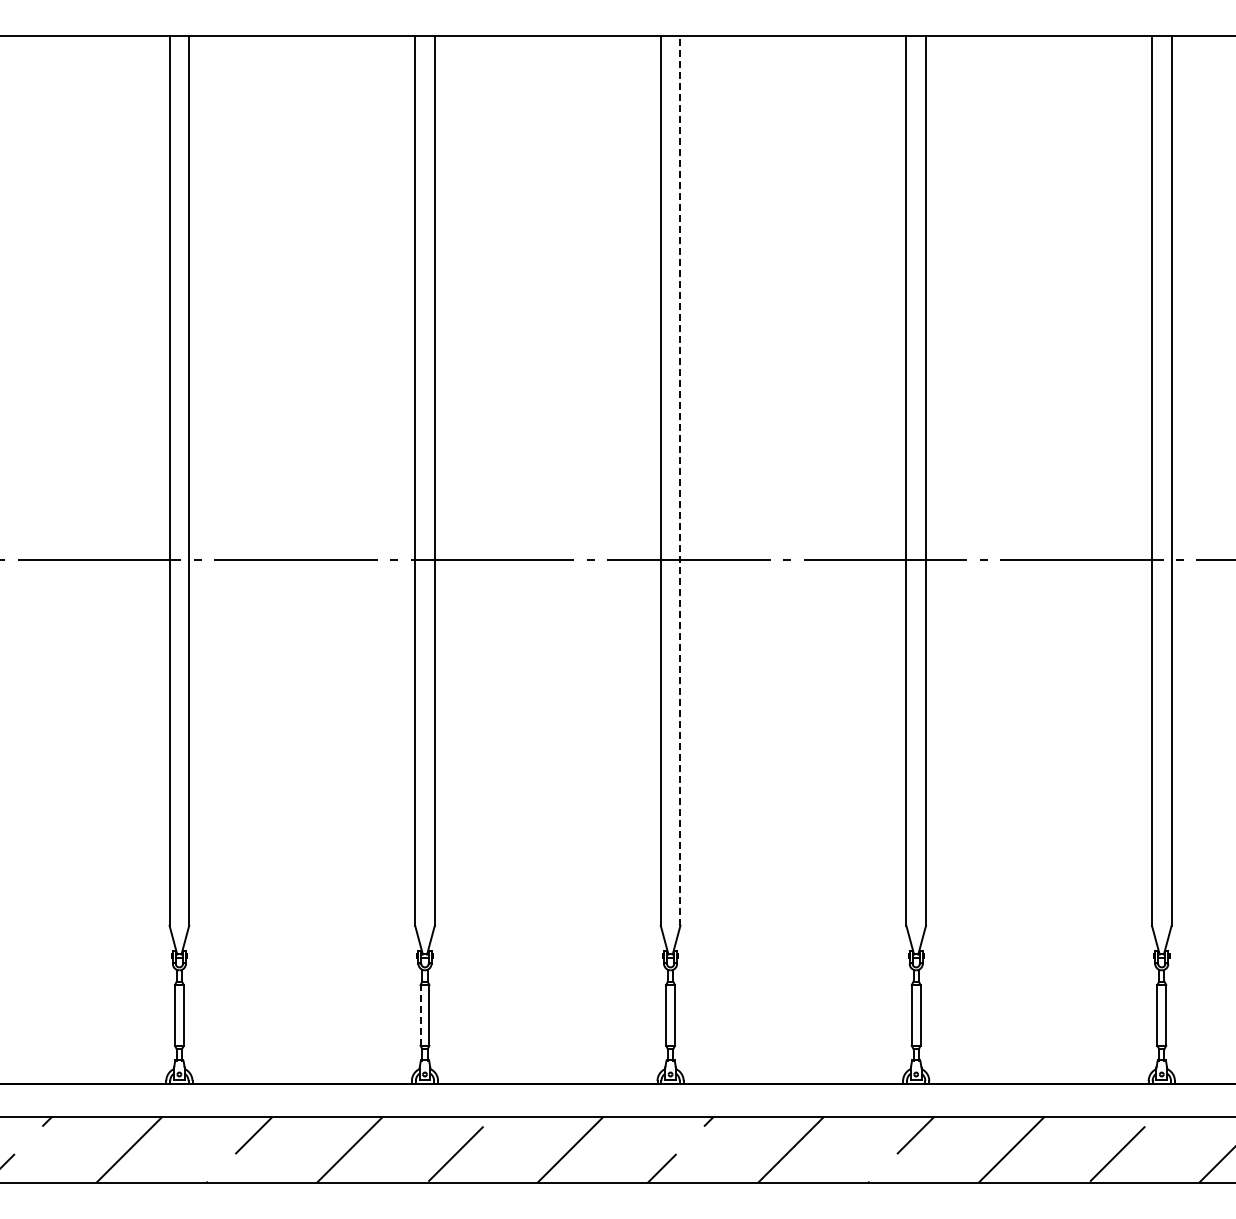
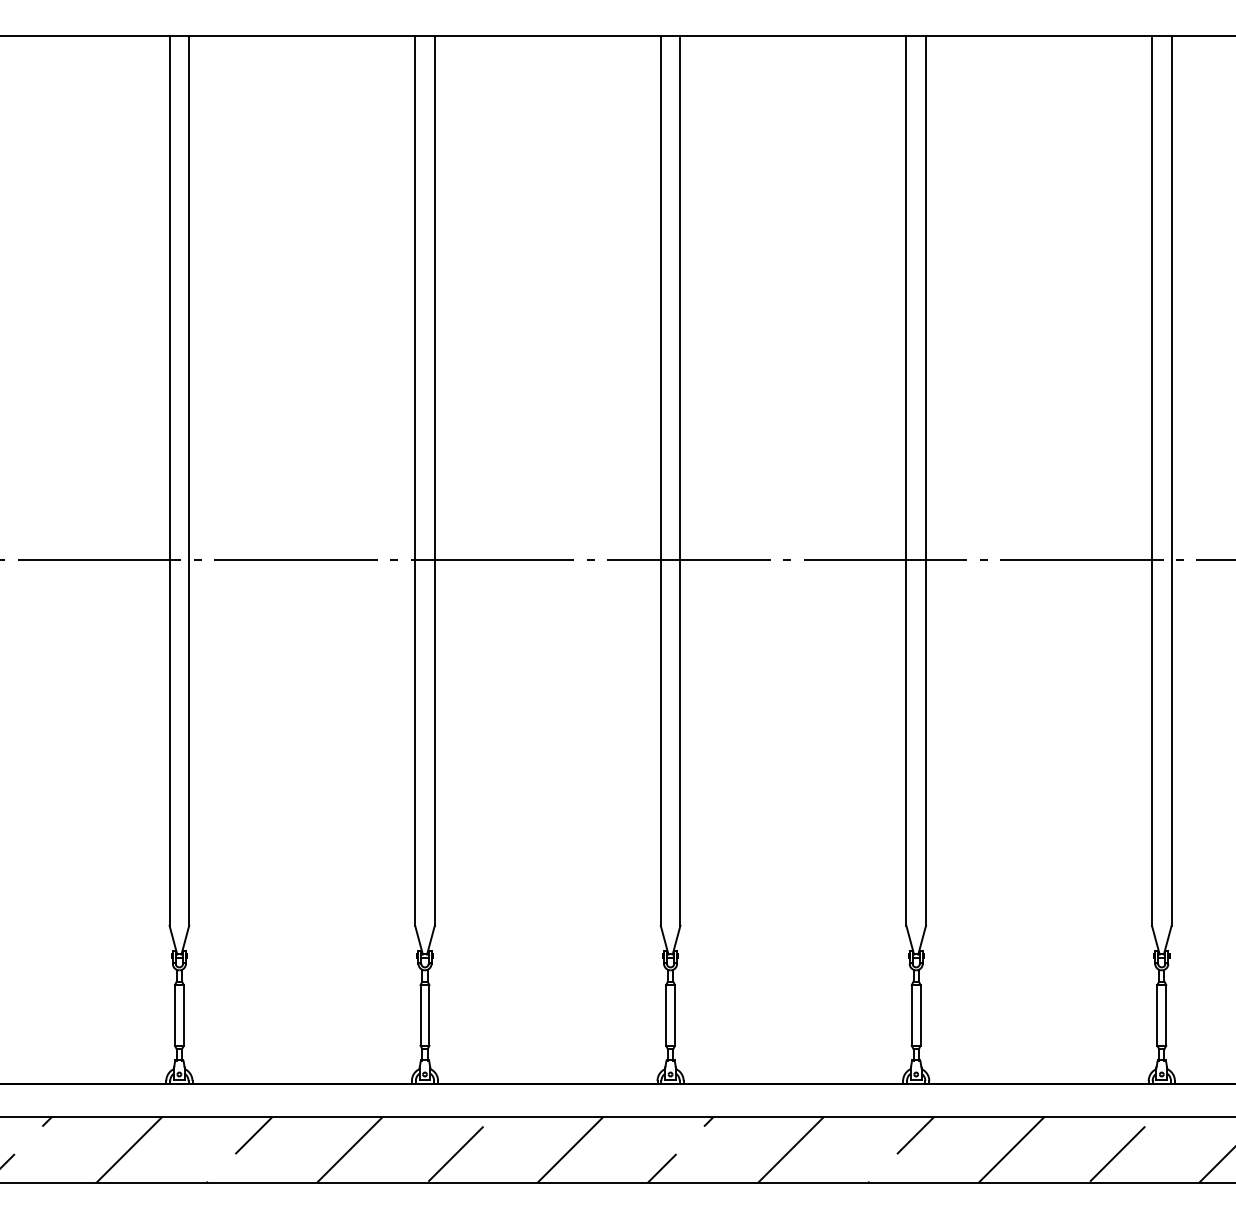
line at (680, 481): dashed -> solid
line at (420, 1014): dashed -> solid
